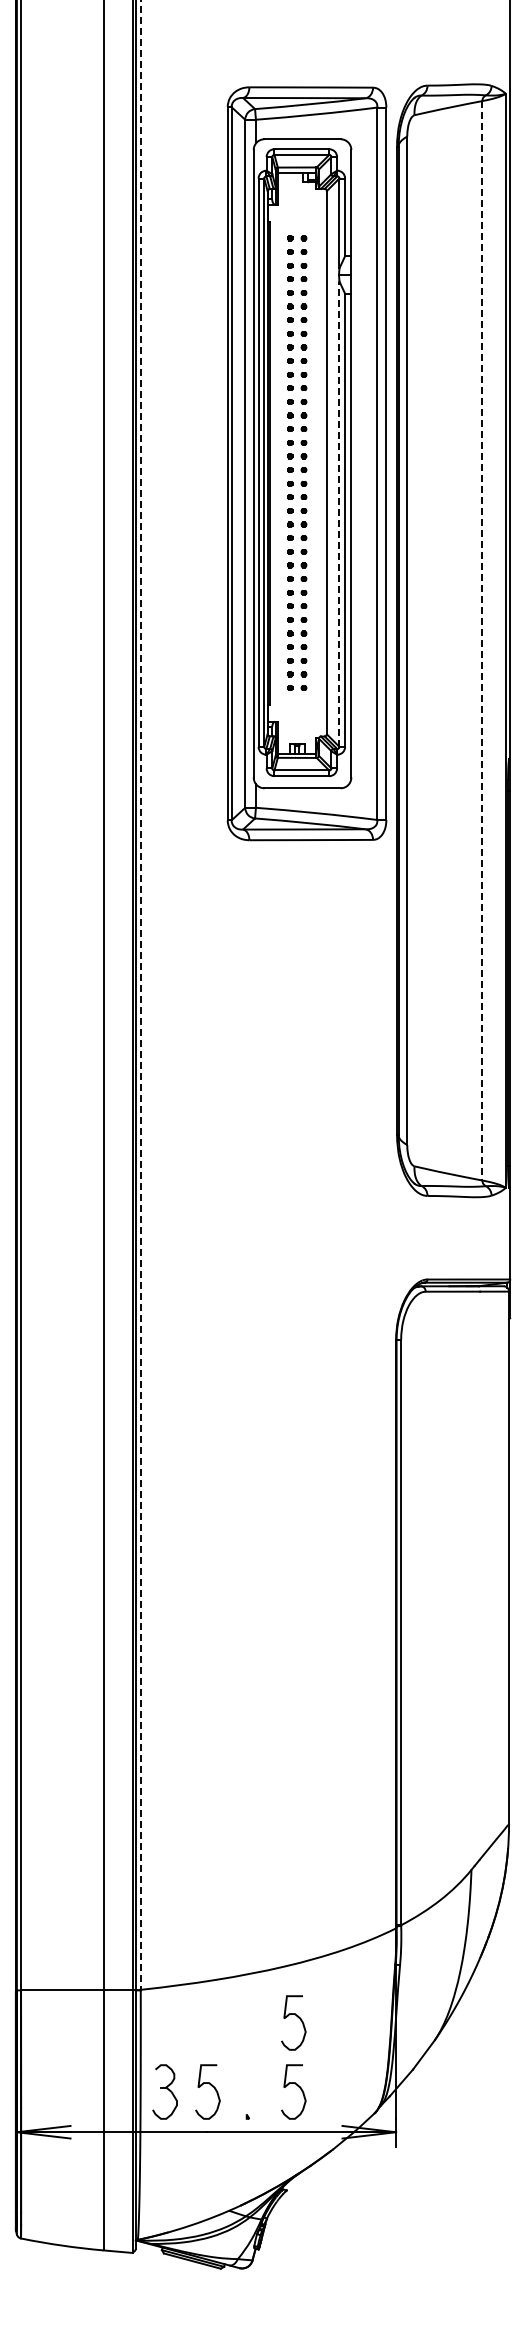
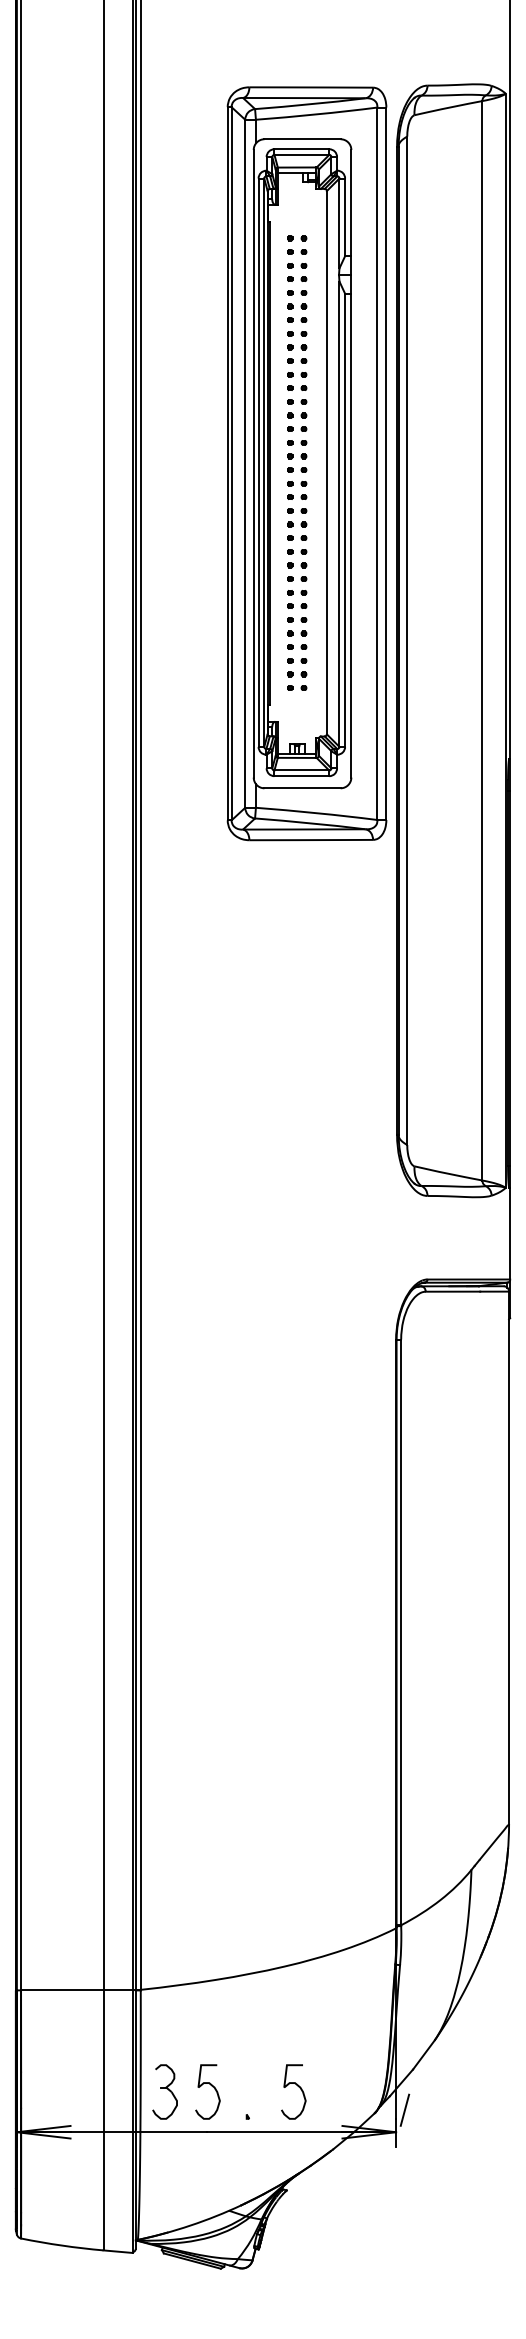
line at (339, 514): dashed -> solid
line at (482, 640): dashed -> solid
line at (140, 995): dashed -> solid
curve at (297, 2017): present -> none
line at (404, 2109): none -> present
